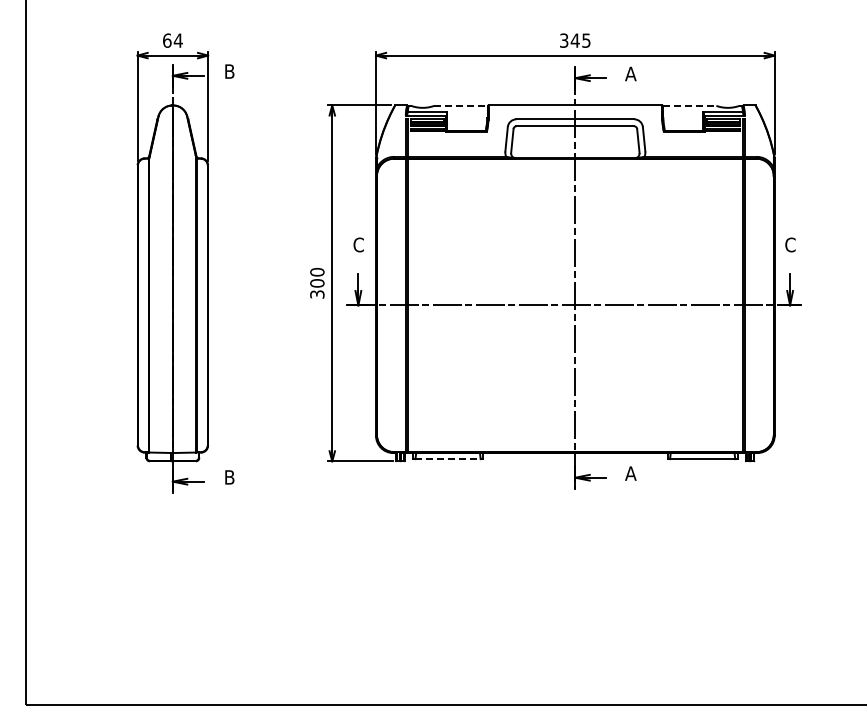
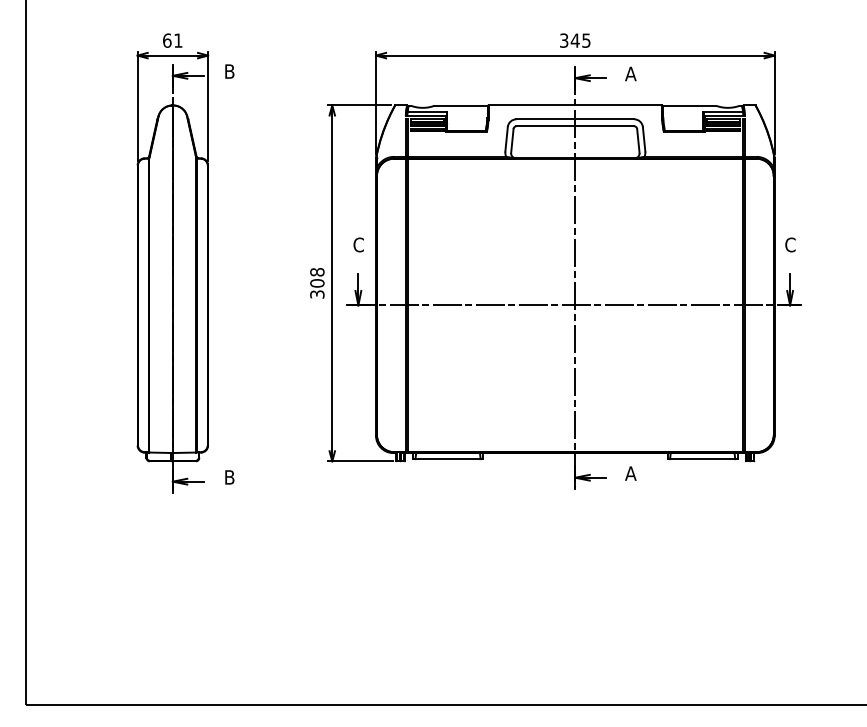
text at (177, 40): 64 -> 61
line at (460, 105): dashed -> solid
line at (689, 105): dashed -> solid
text at (317, 271): 300 -> 308
line at (448, 459): dashed -> solid
